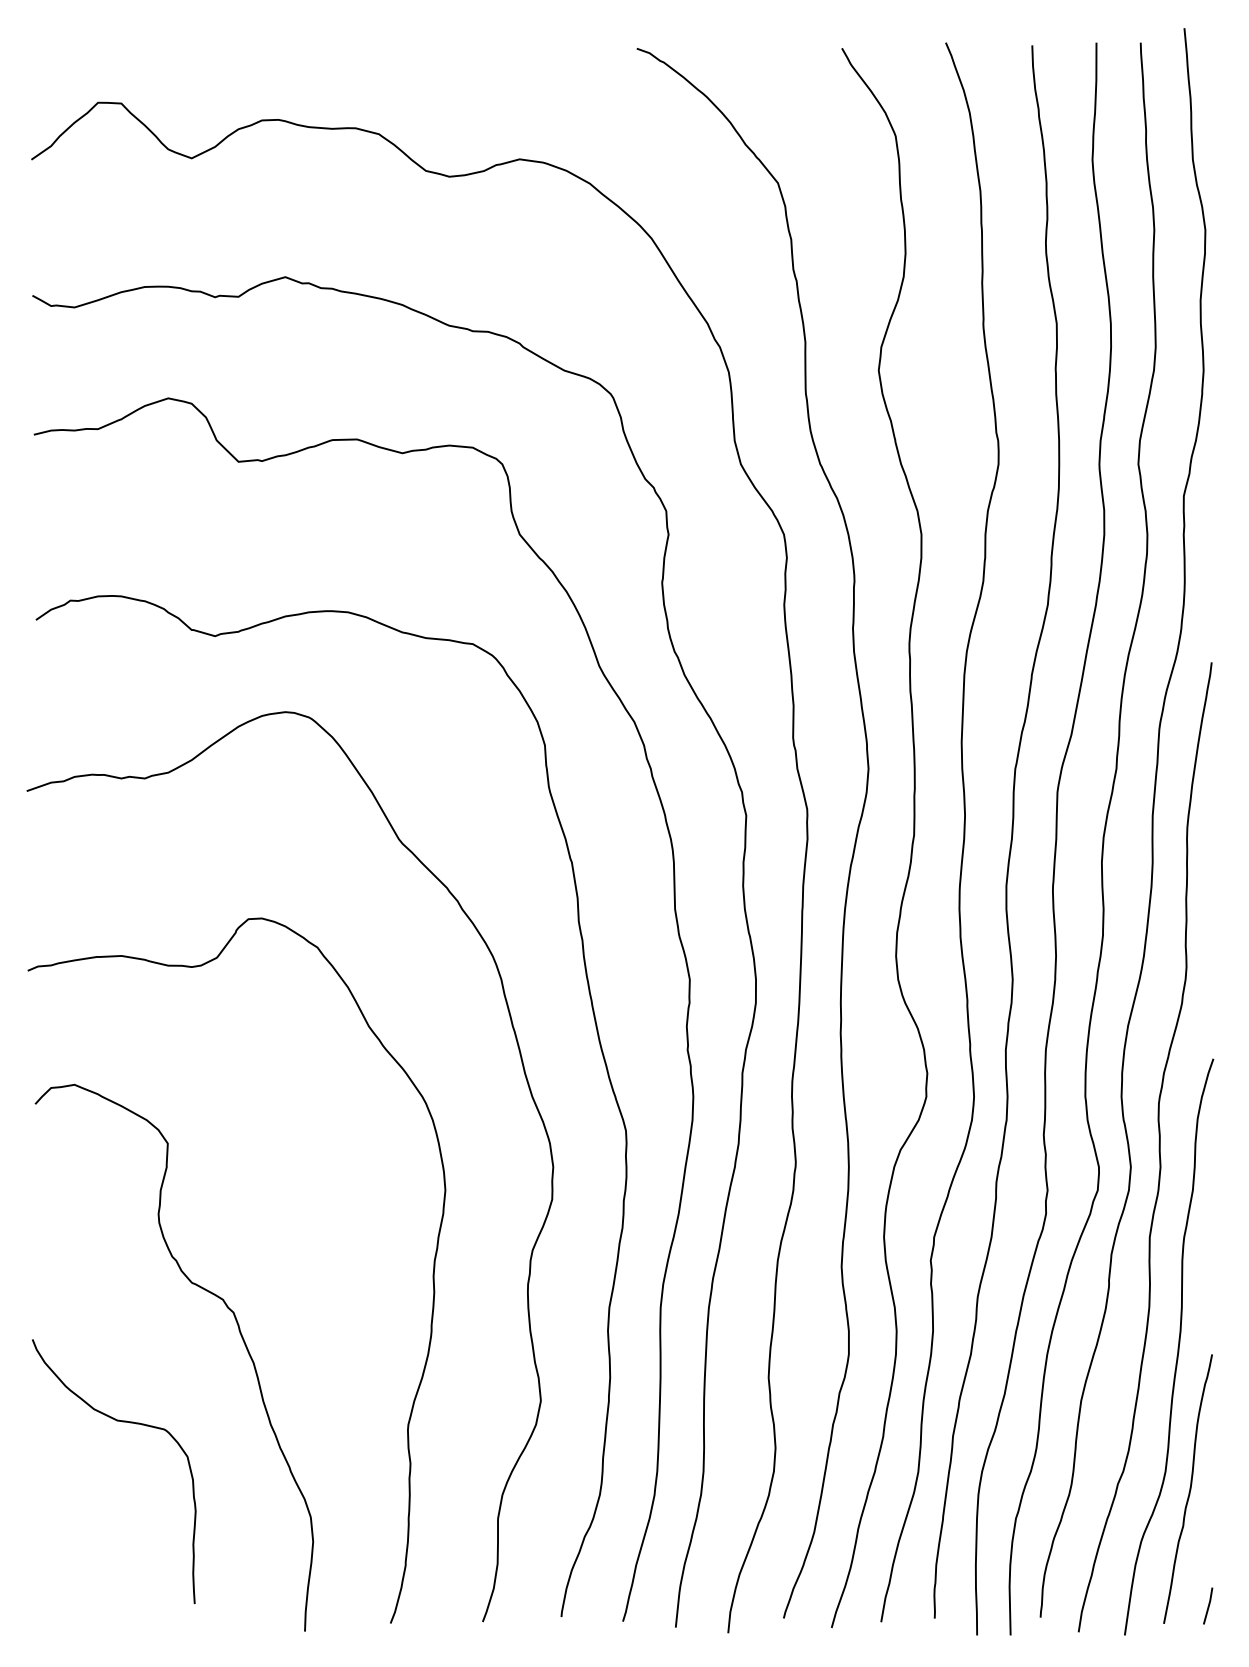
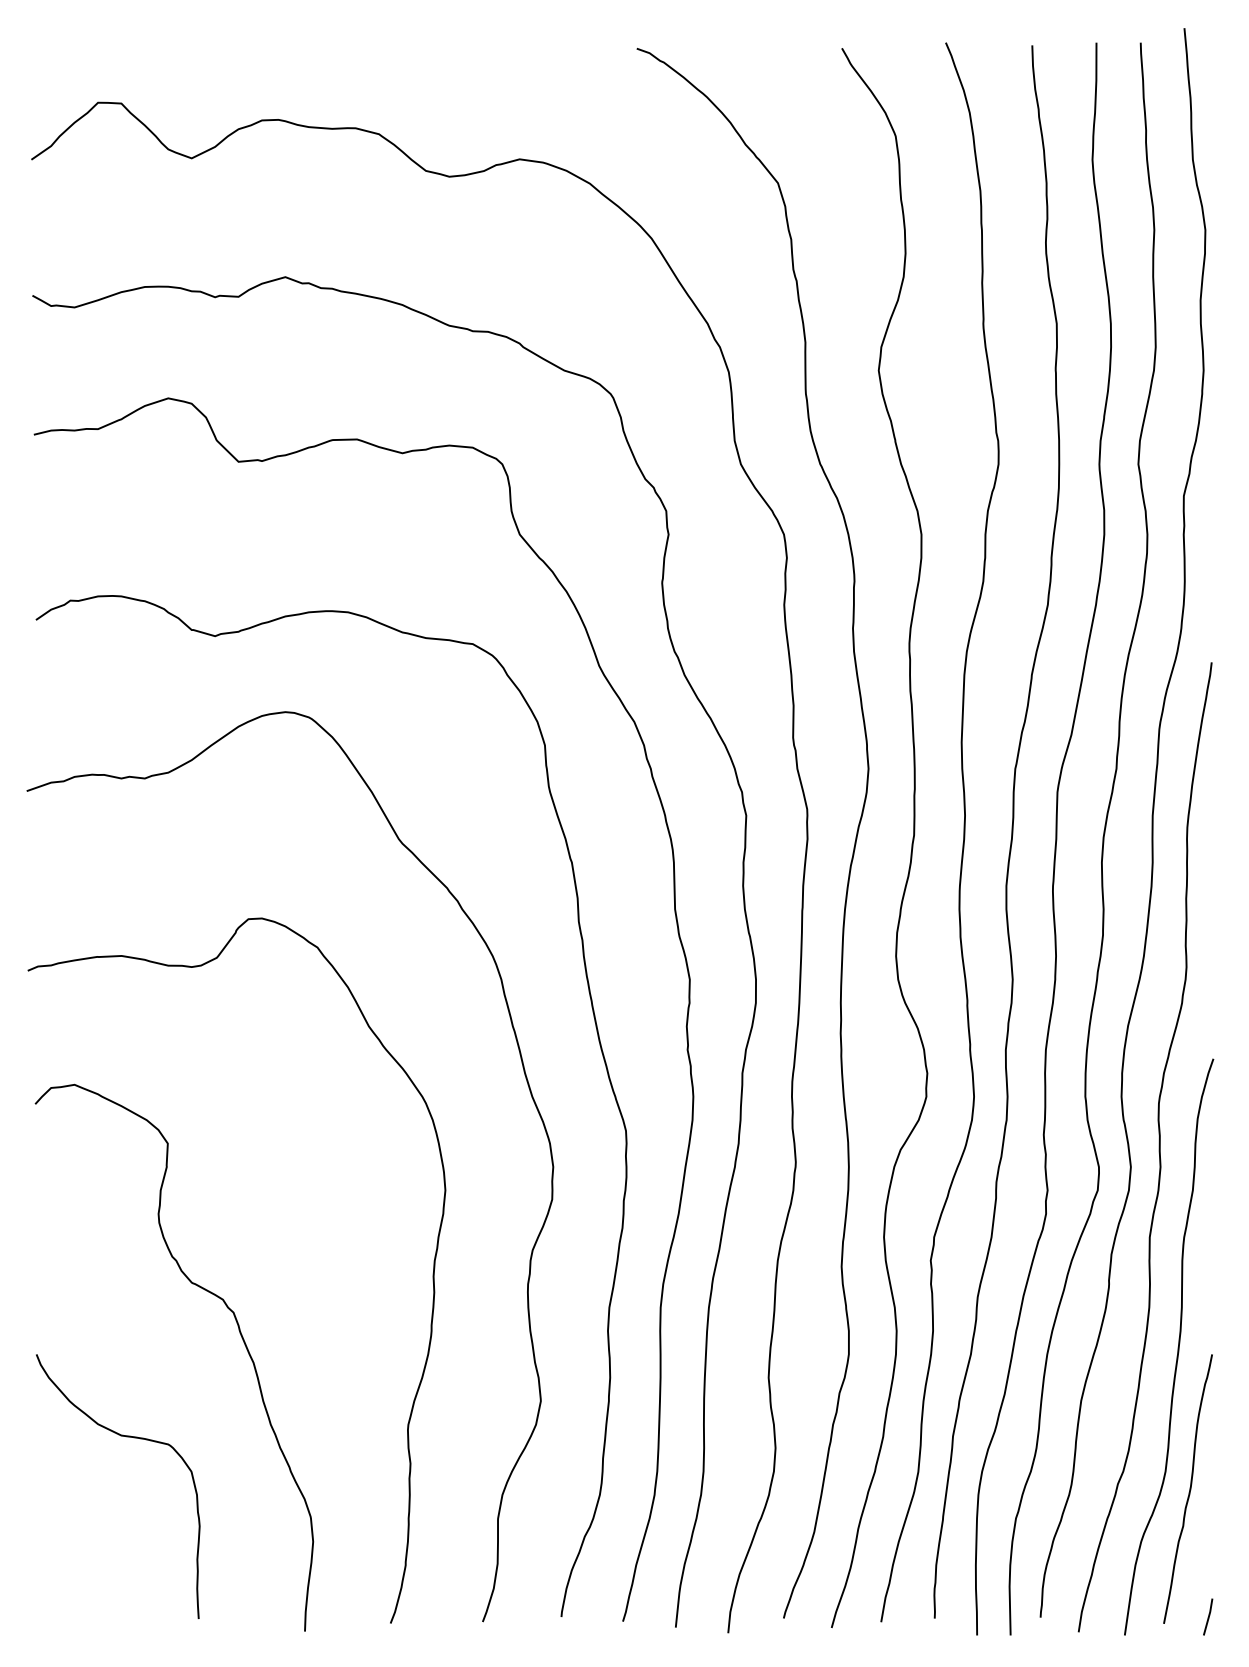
curve at (122, 1422) position: (122, 1422) -> (126, 1437)
line at (1208, 1605) position: (1208, 1605) -> (1208, 1616)
